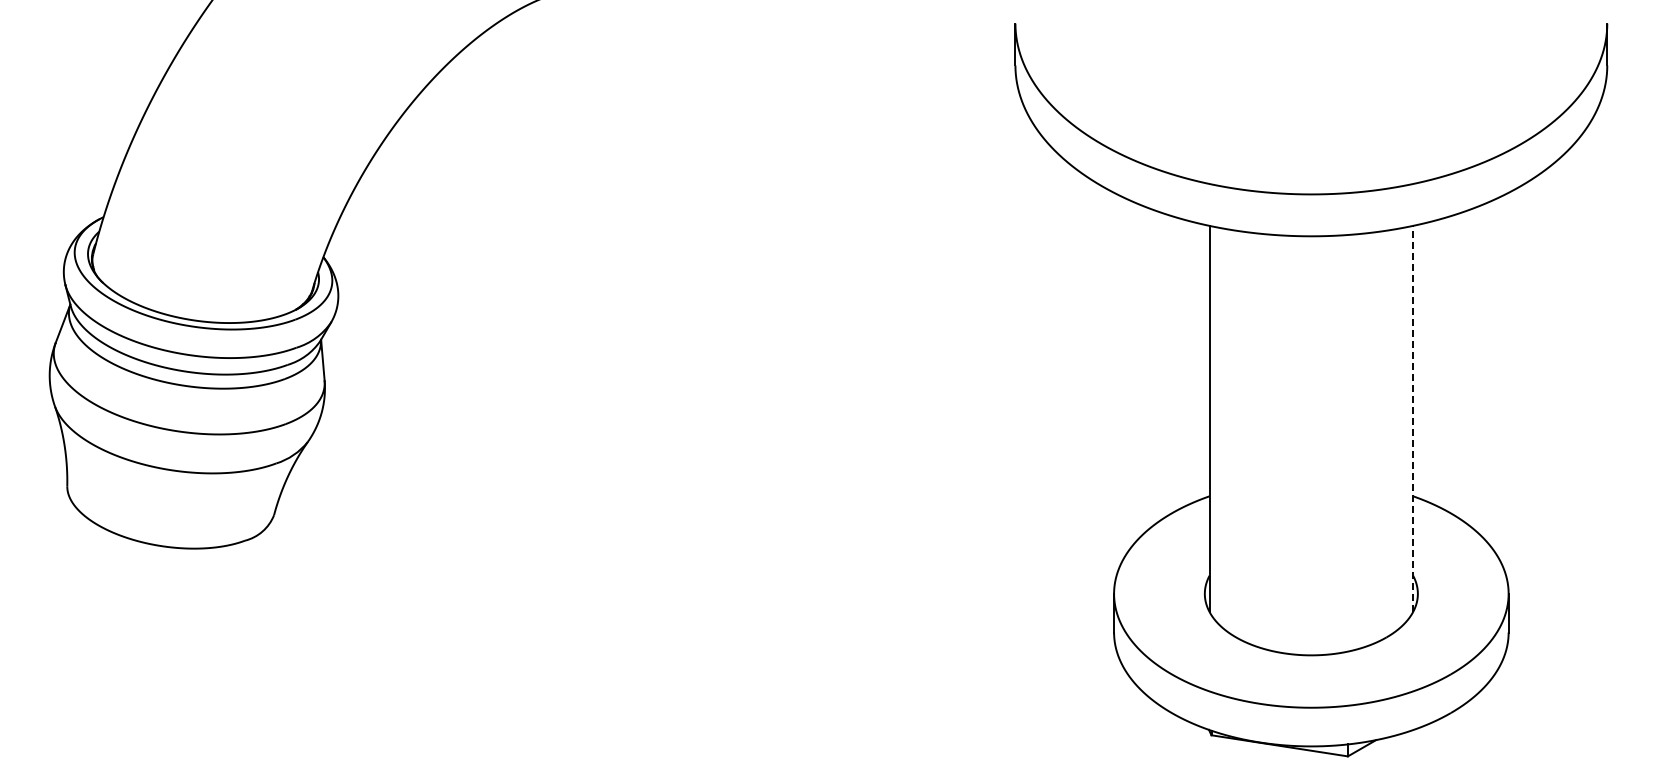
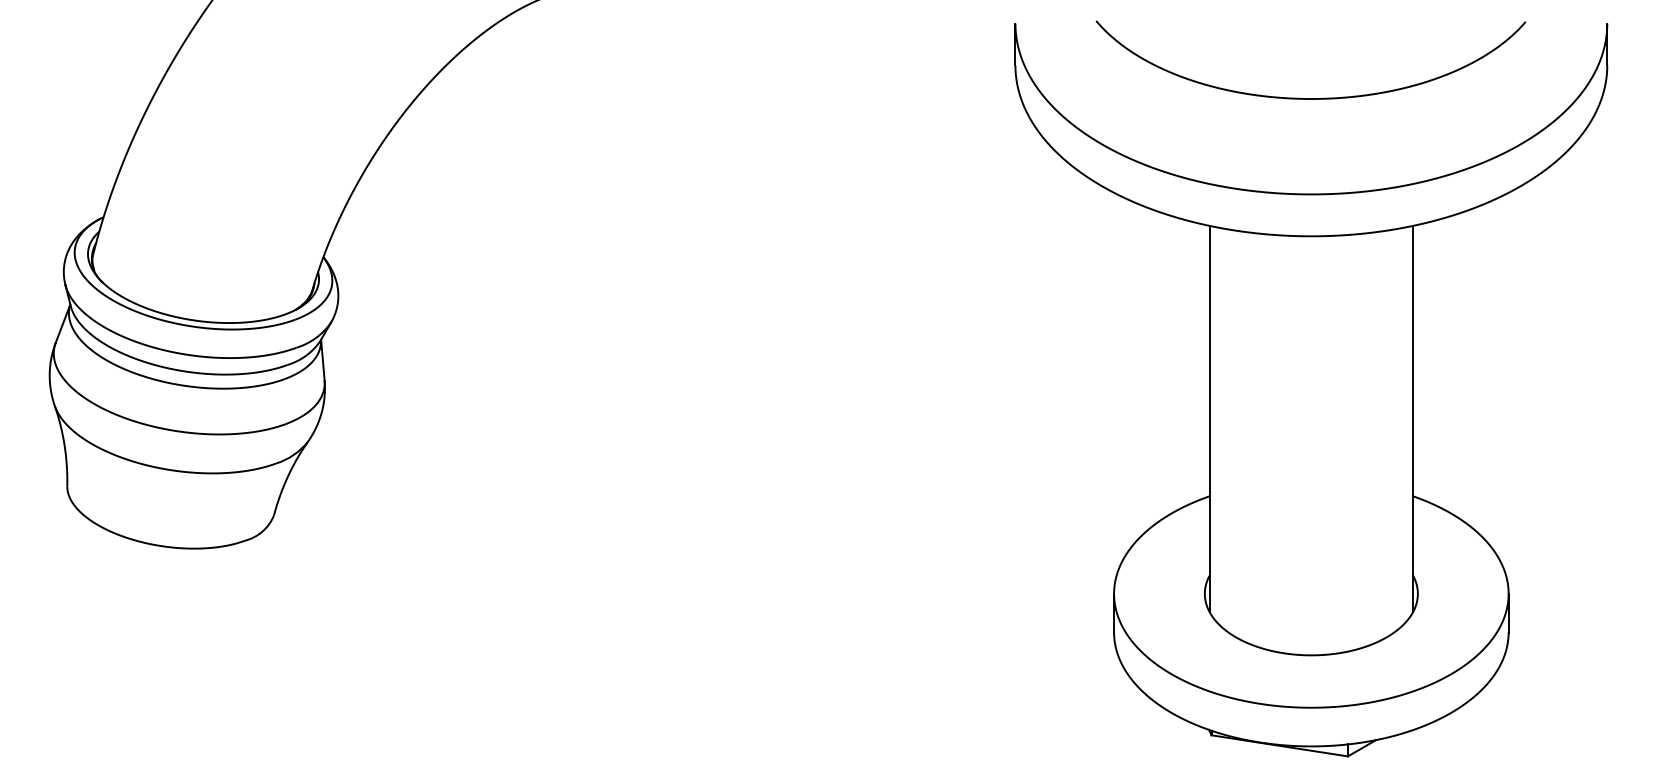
curve at (1310, 98): none -> present
line at (1413, 418): dashed -> solid
